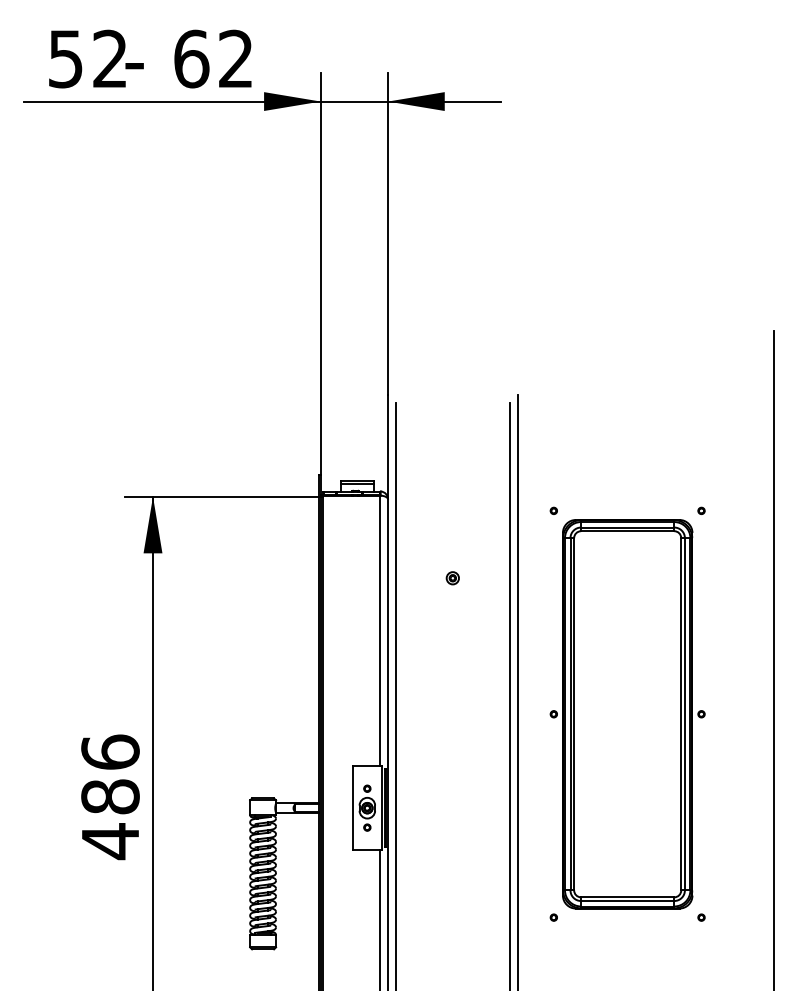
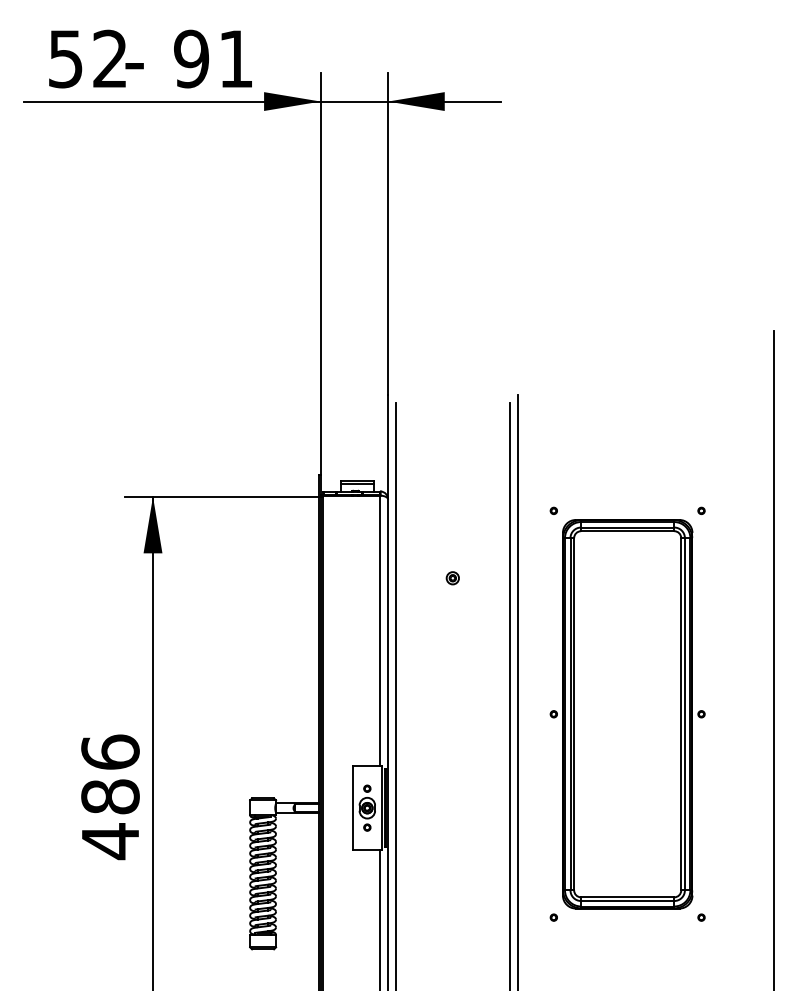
text at (212, 58): 62 -> 91
